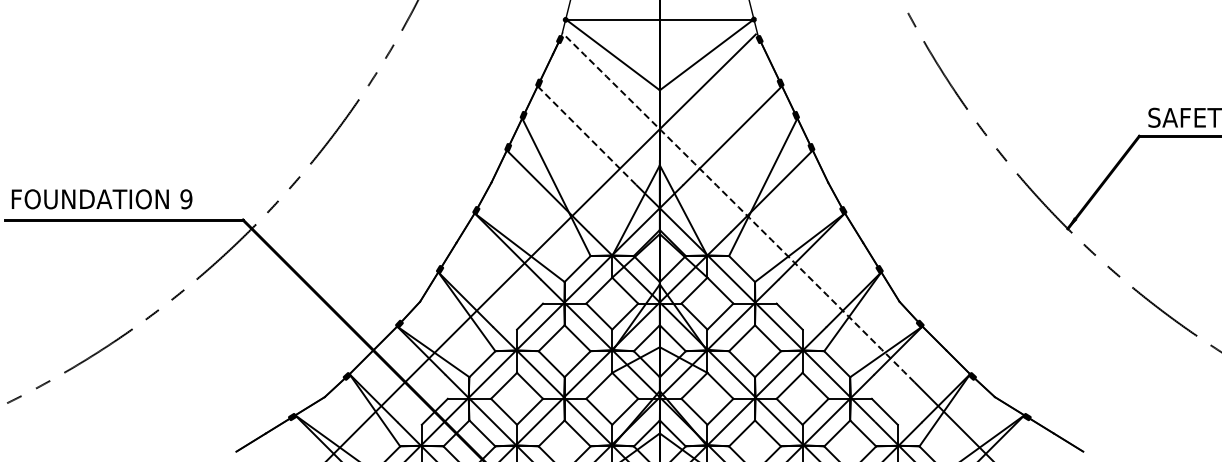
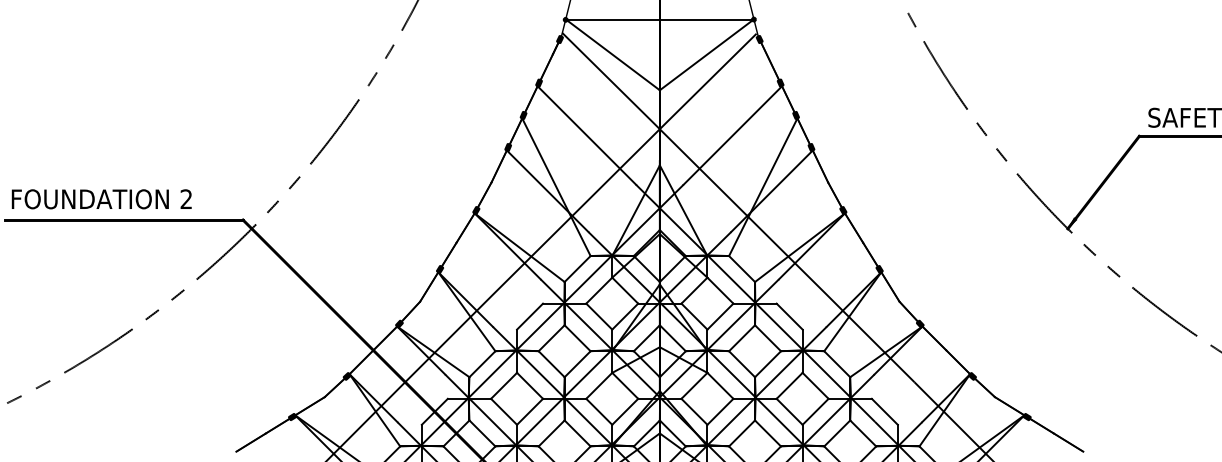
line at (586, 135): dashed -> solid
text at (186, 199): 9 -> 2
arc at (738, 207): dashed -> solid
